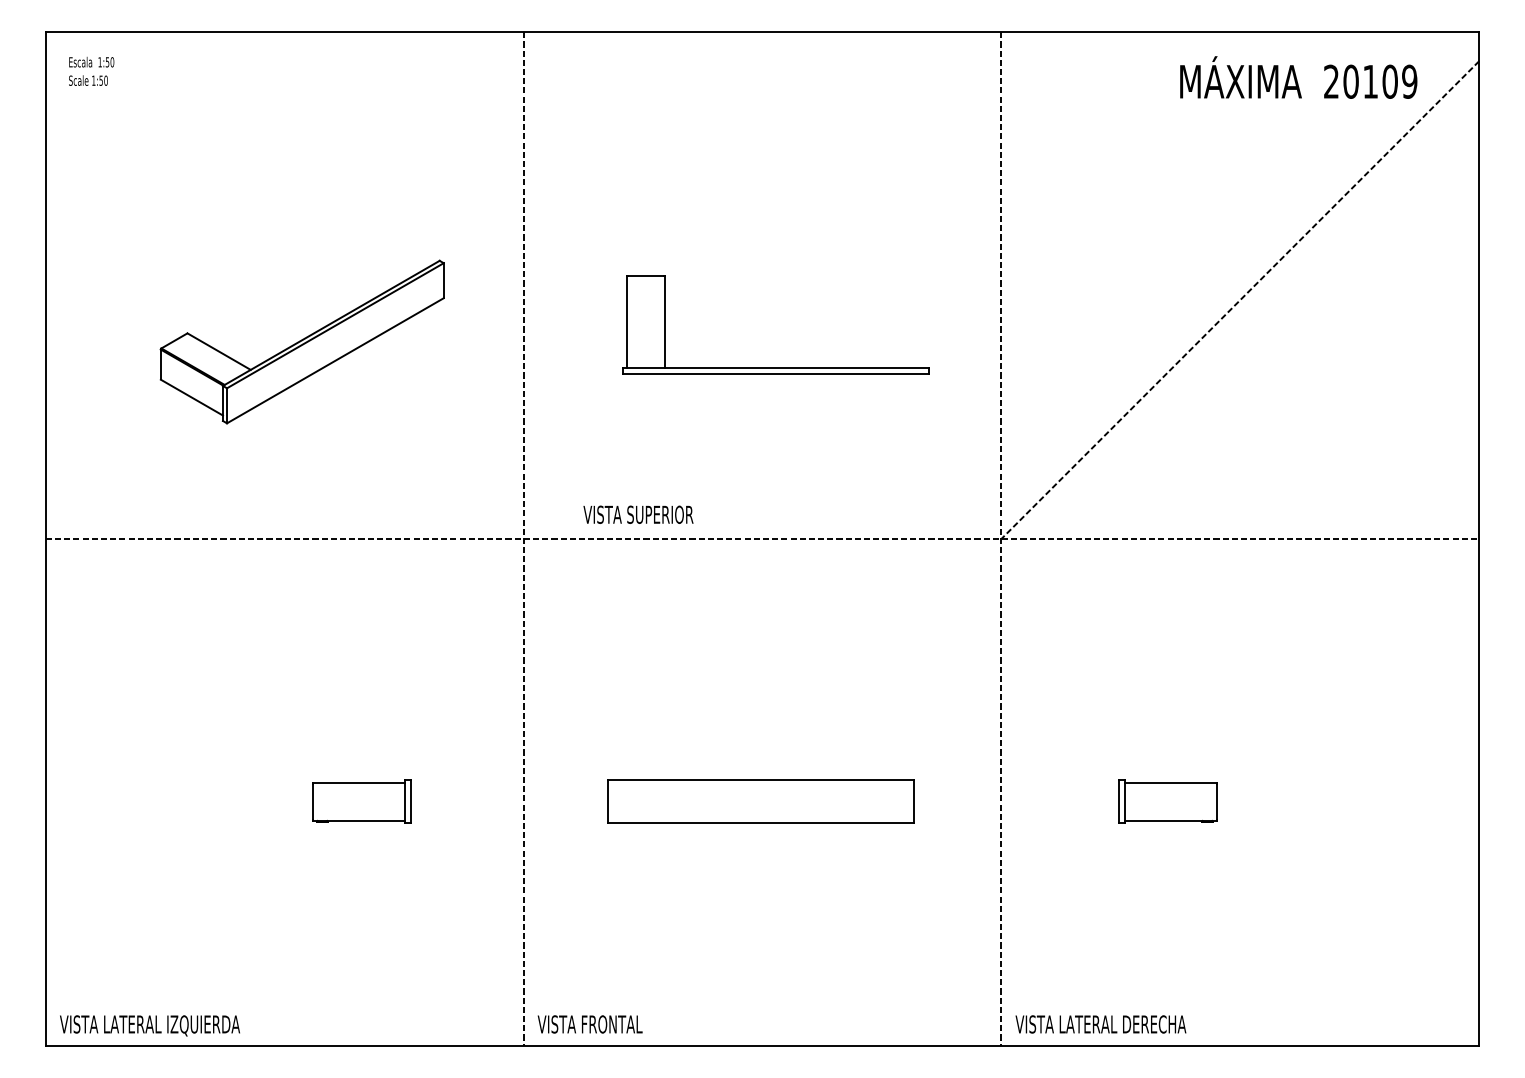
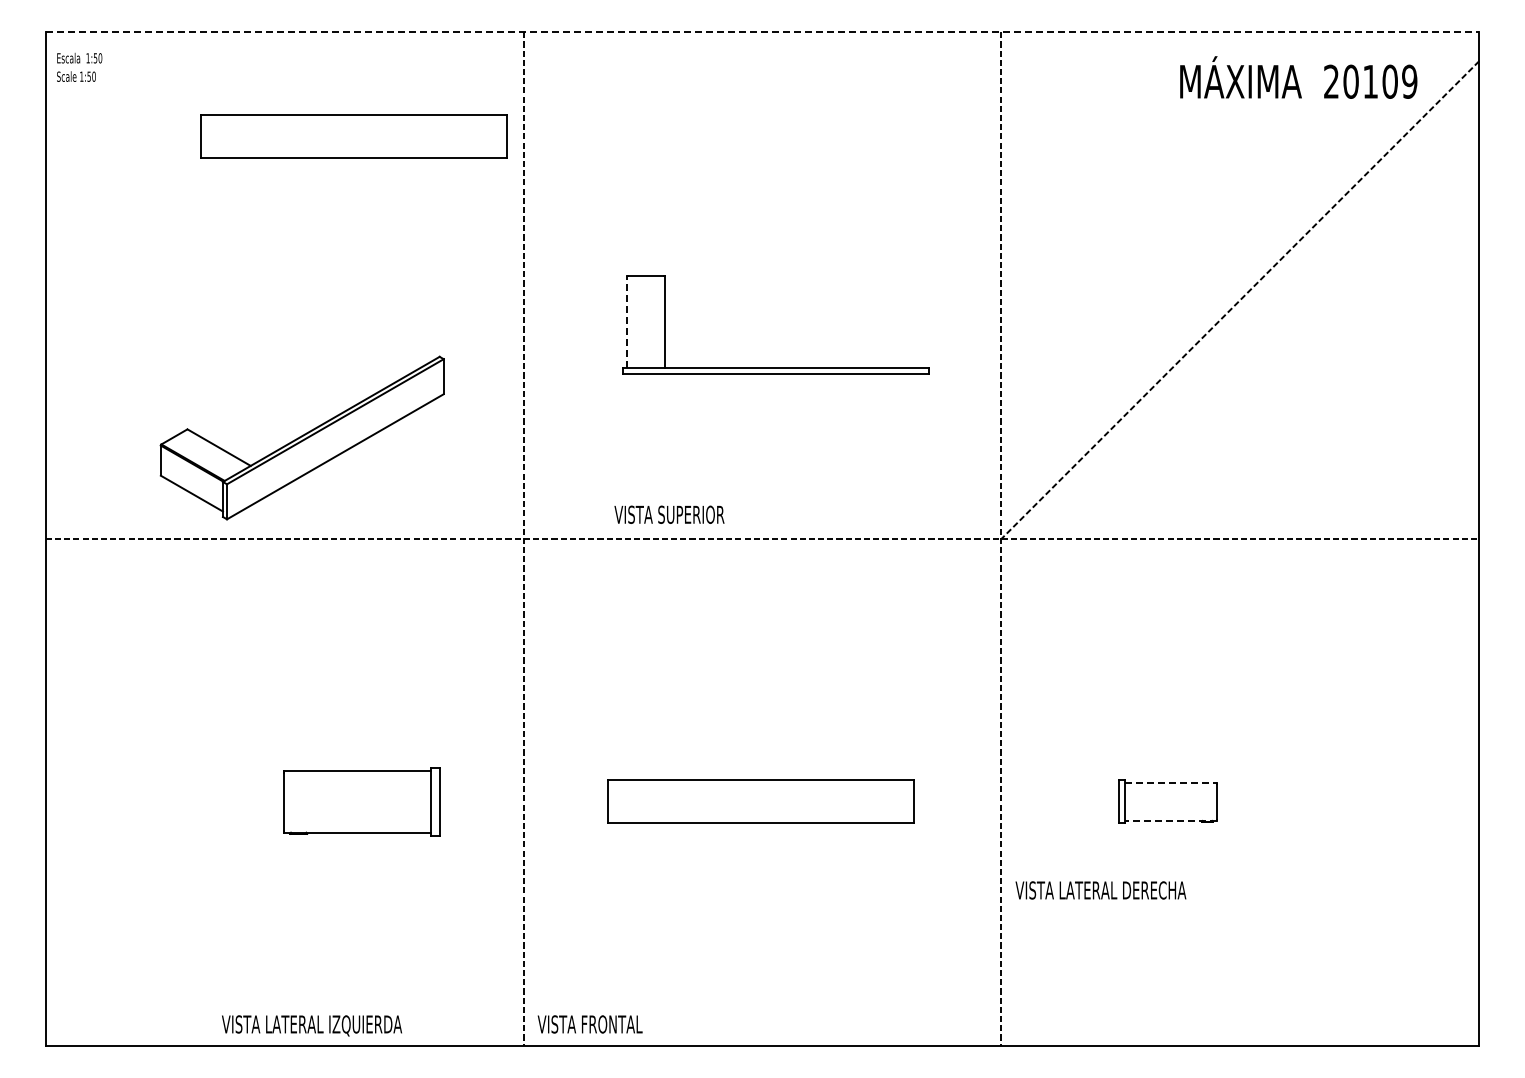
line at (762, 32): solid -> dashed
text at (91, 71) position: (91, 71) -> (79, 67)
part at (353, 136): none -> present
line at (626, 322): solid -> dashed
part at (301, 341) position: (301, 341) -> (301, 437)
text at (638, 514) position: (638, 514) -> (669, 514)
line at (1171, 782): solid -> dashed
part at (361, 801) size: 100x45 px -> 158x70 px
line at (1171, 821): solid -> dashed
text at (1100, 1024) position: (1100, 1024) -> (1100, 890)
text at (149, 1025) position: (149, 1025) -> (311, 1025)
